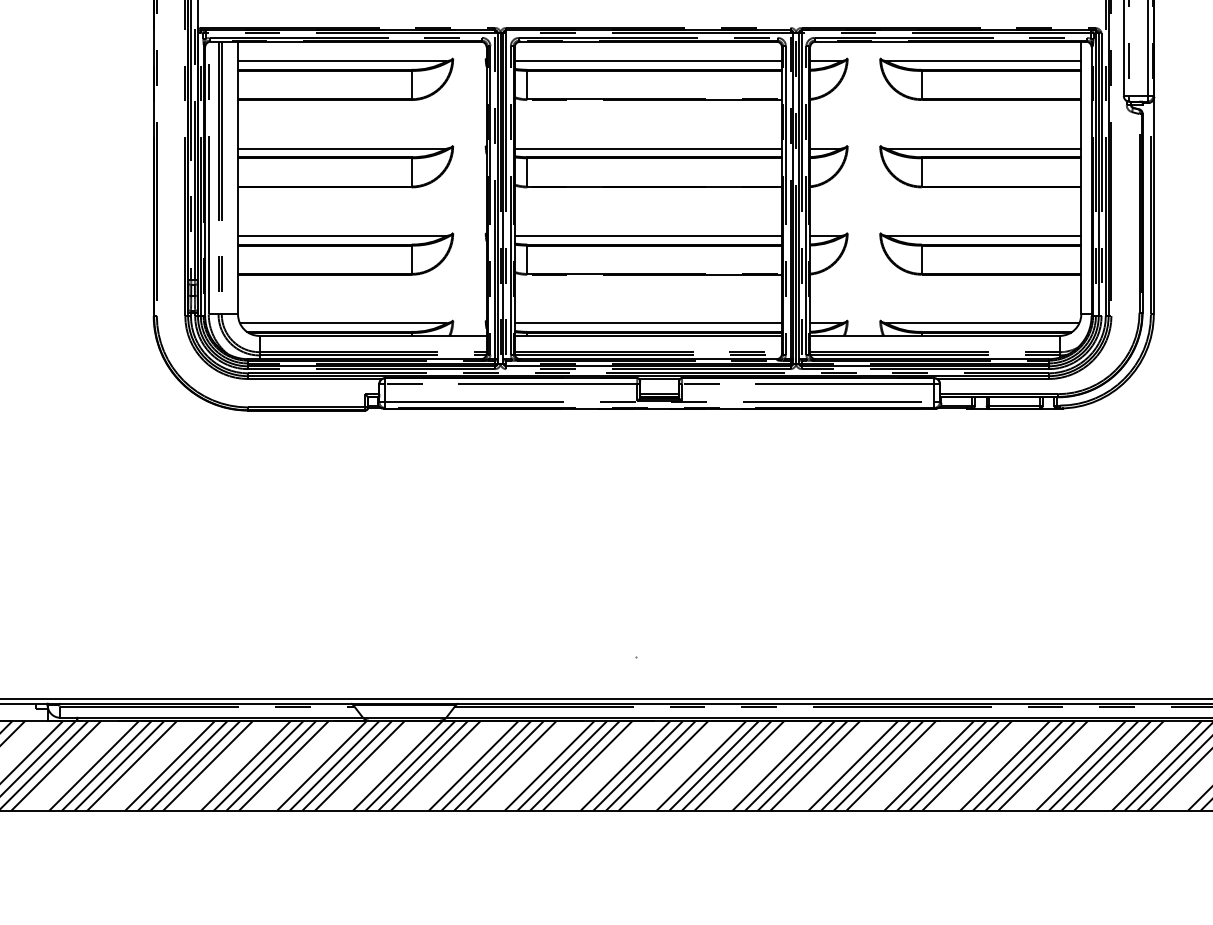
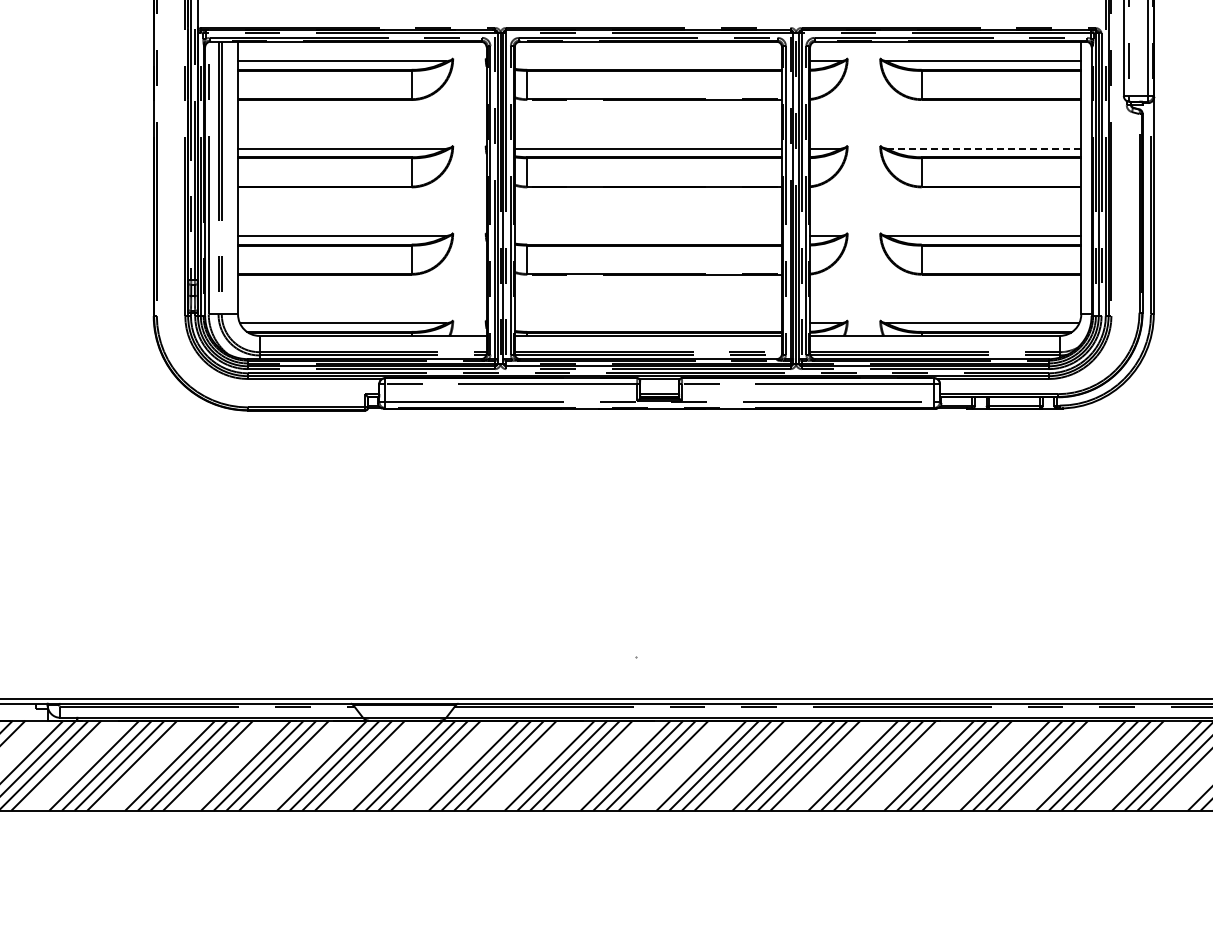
line at (648, 61): present -> none
line at (984, 148): solid -> dashed
line at (648, 236): present -> none
line at (648, 323): present -> none
